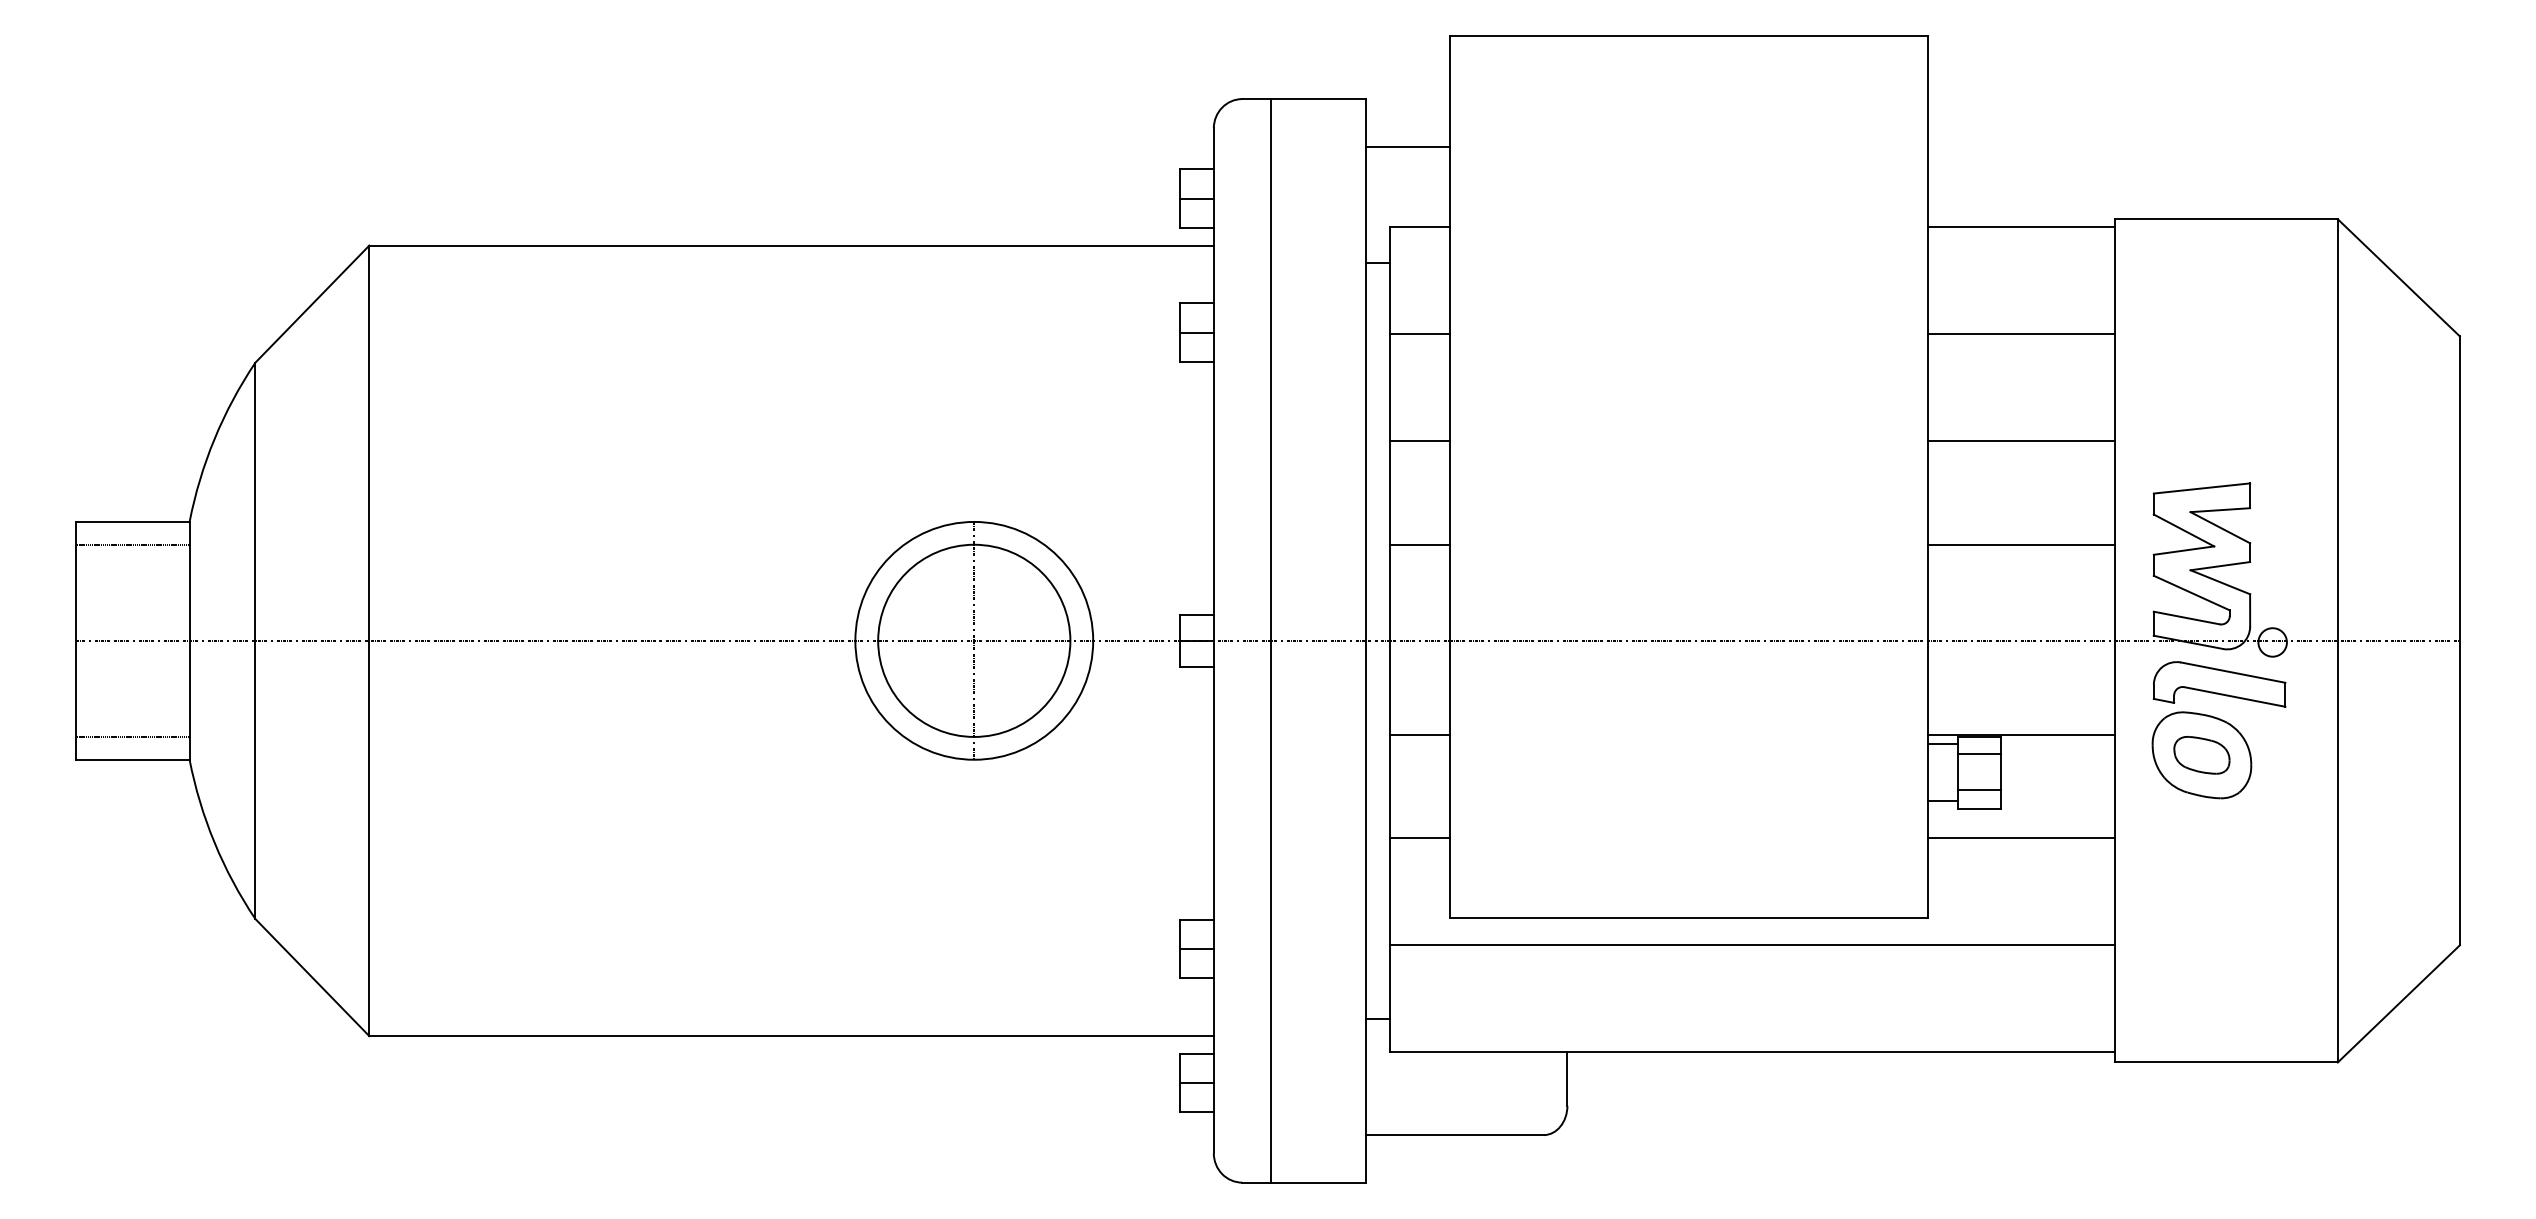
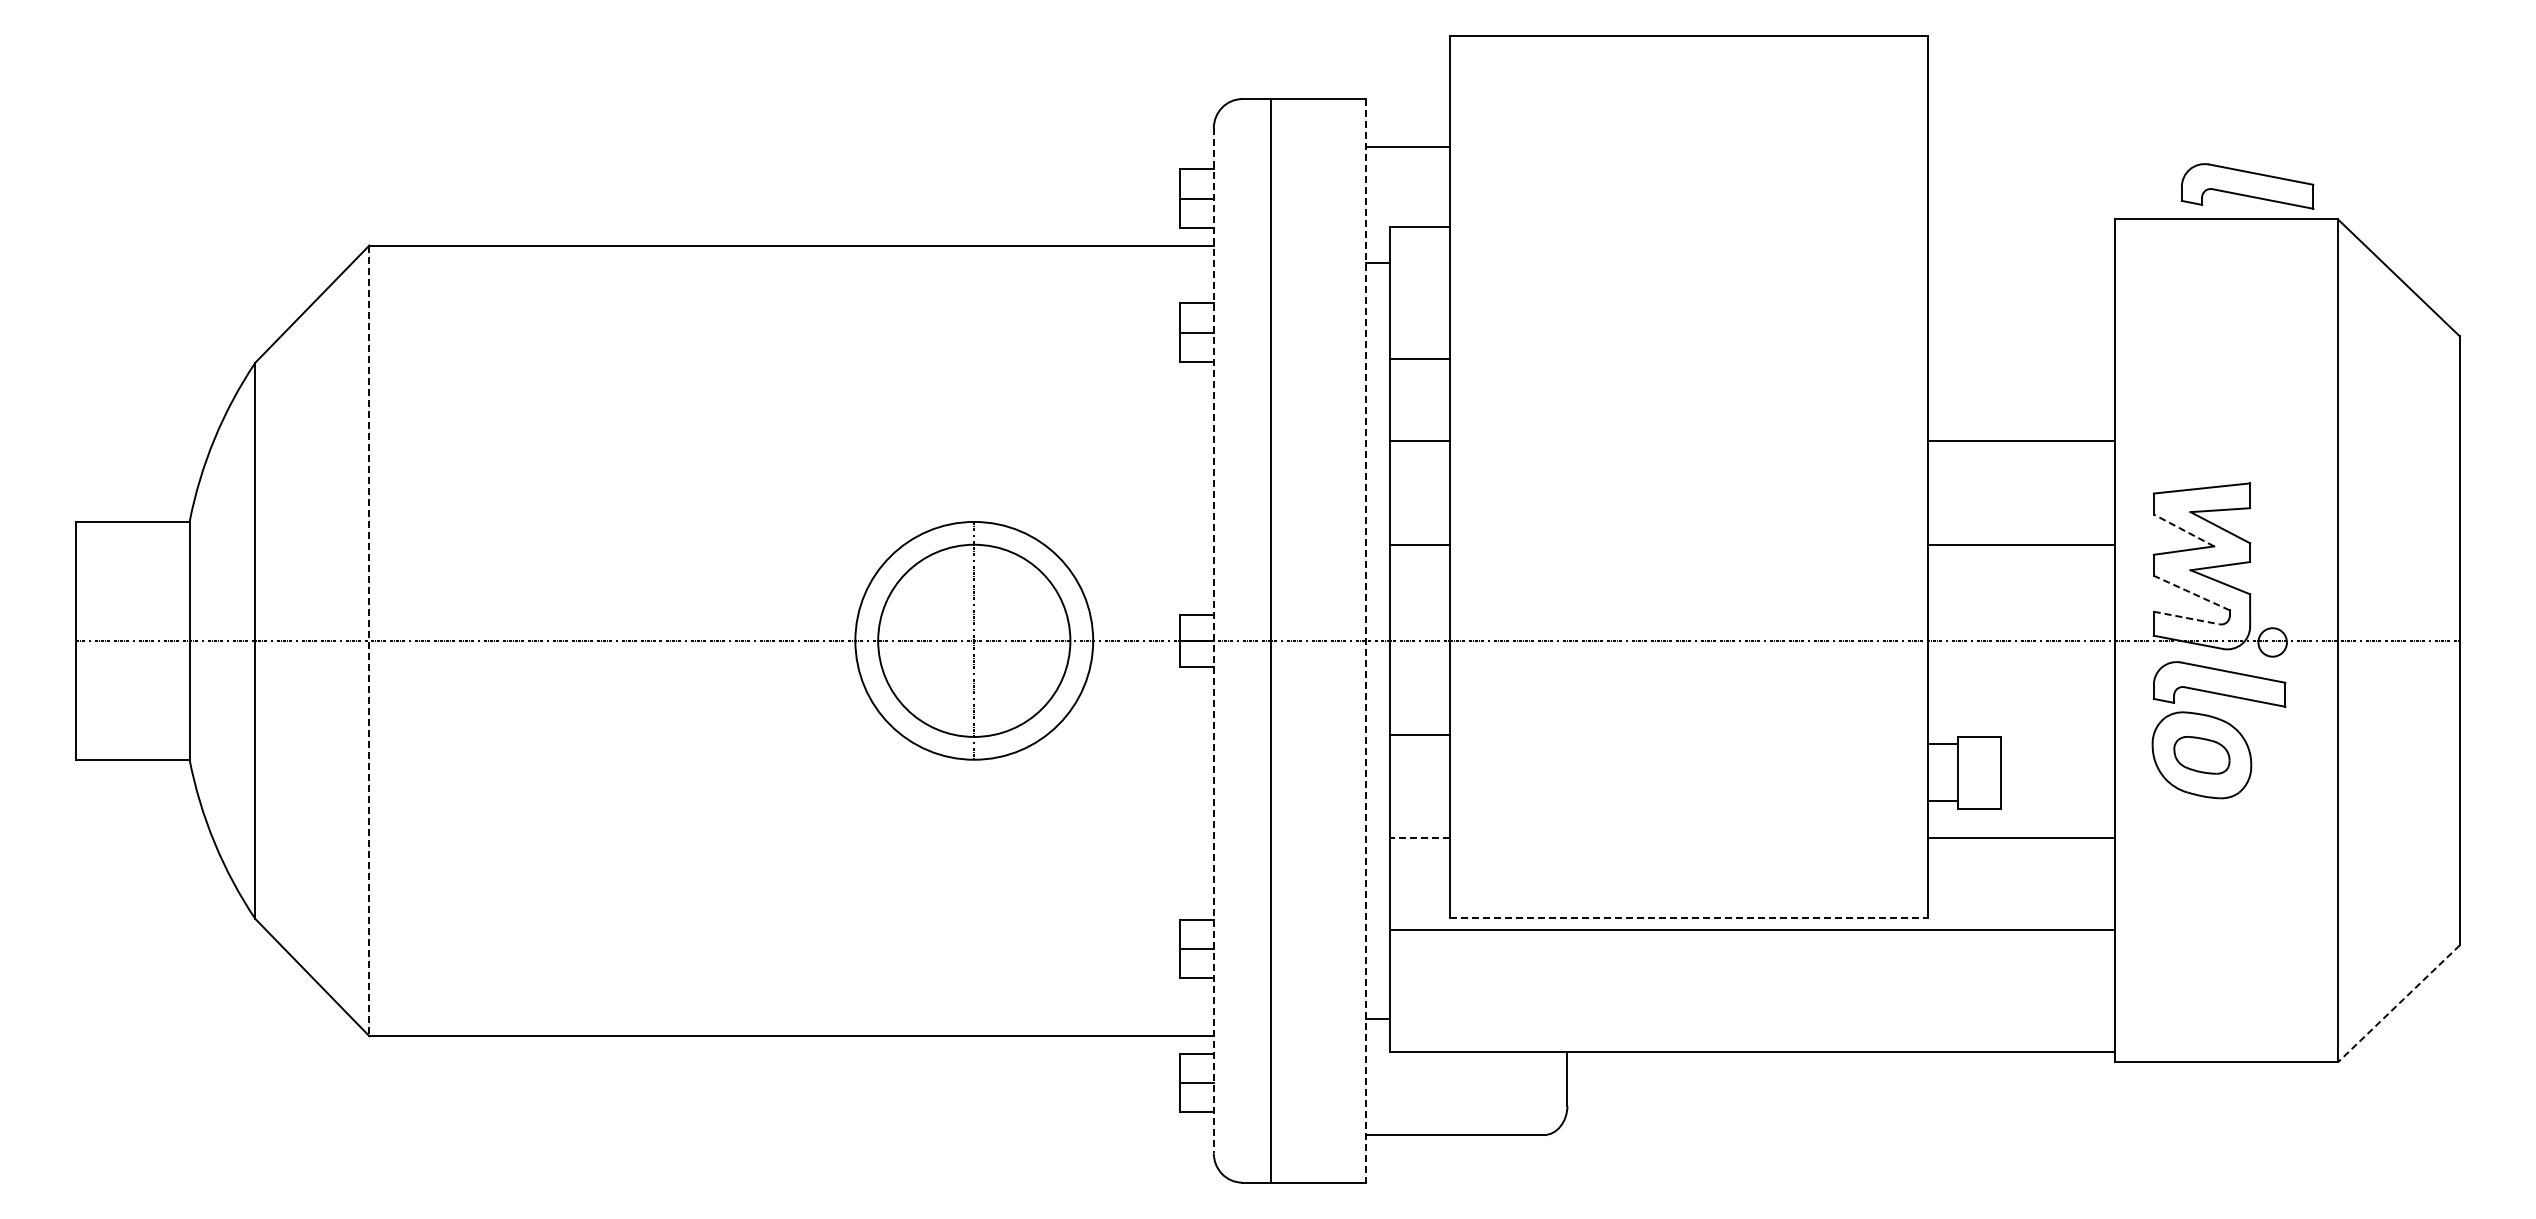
part at (2247, 186): none -> present
line at (2020, 227): present -> none
line at (1419, 333) position: (1419, 333) -> (1419, 358)
line at (2020, 333): present -> none
line at (2183, 530): solid -> dashed
line at (132, 544): present -> none
line at (2191, 593): solid -> dashed
line at (2186, 618): solid -> dashed
line at (1366, 640): solid -> dashed
line at (369, 641): solid -> dashed
line at (1213, 641): solid -> dashed
line at (2020, 734): present -> none
line at (132, 736): present -> none
line at (1979, 754): present -> none
line at (1979, 790): present -> none
line at (1419, 838): solid -> dashed
line at (1689, 918): solid -> dashed
line at (1751, 945) position: (1751, 945) -> (1751, 930)
line at (2398, 1003): solid -> dashed
